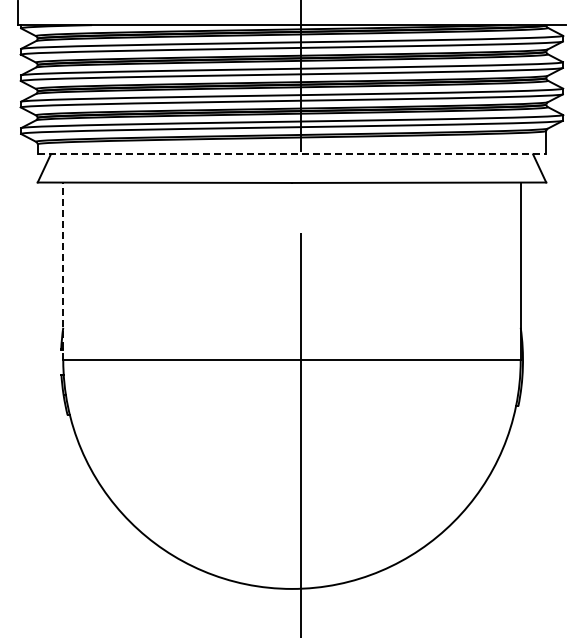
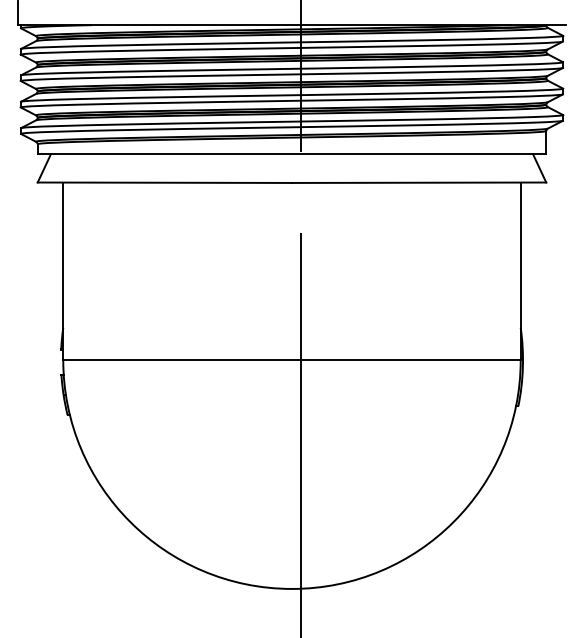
line at (292, 154): dashed -> solid
line at (63, 271): dashed -> solid
